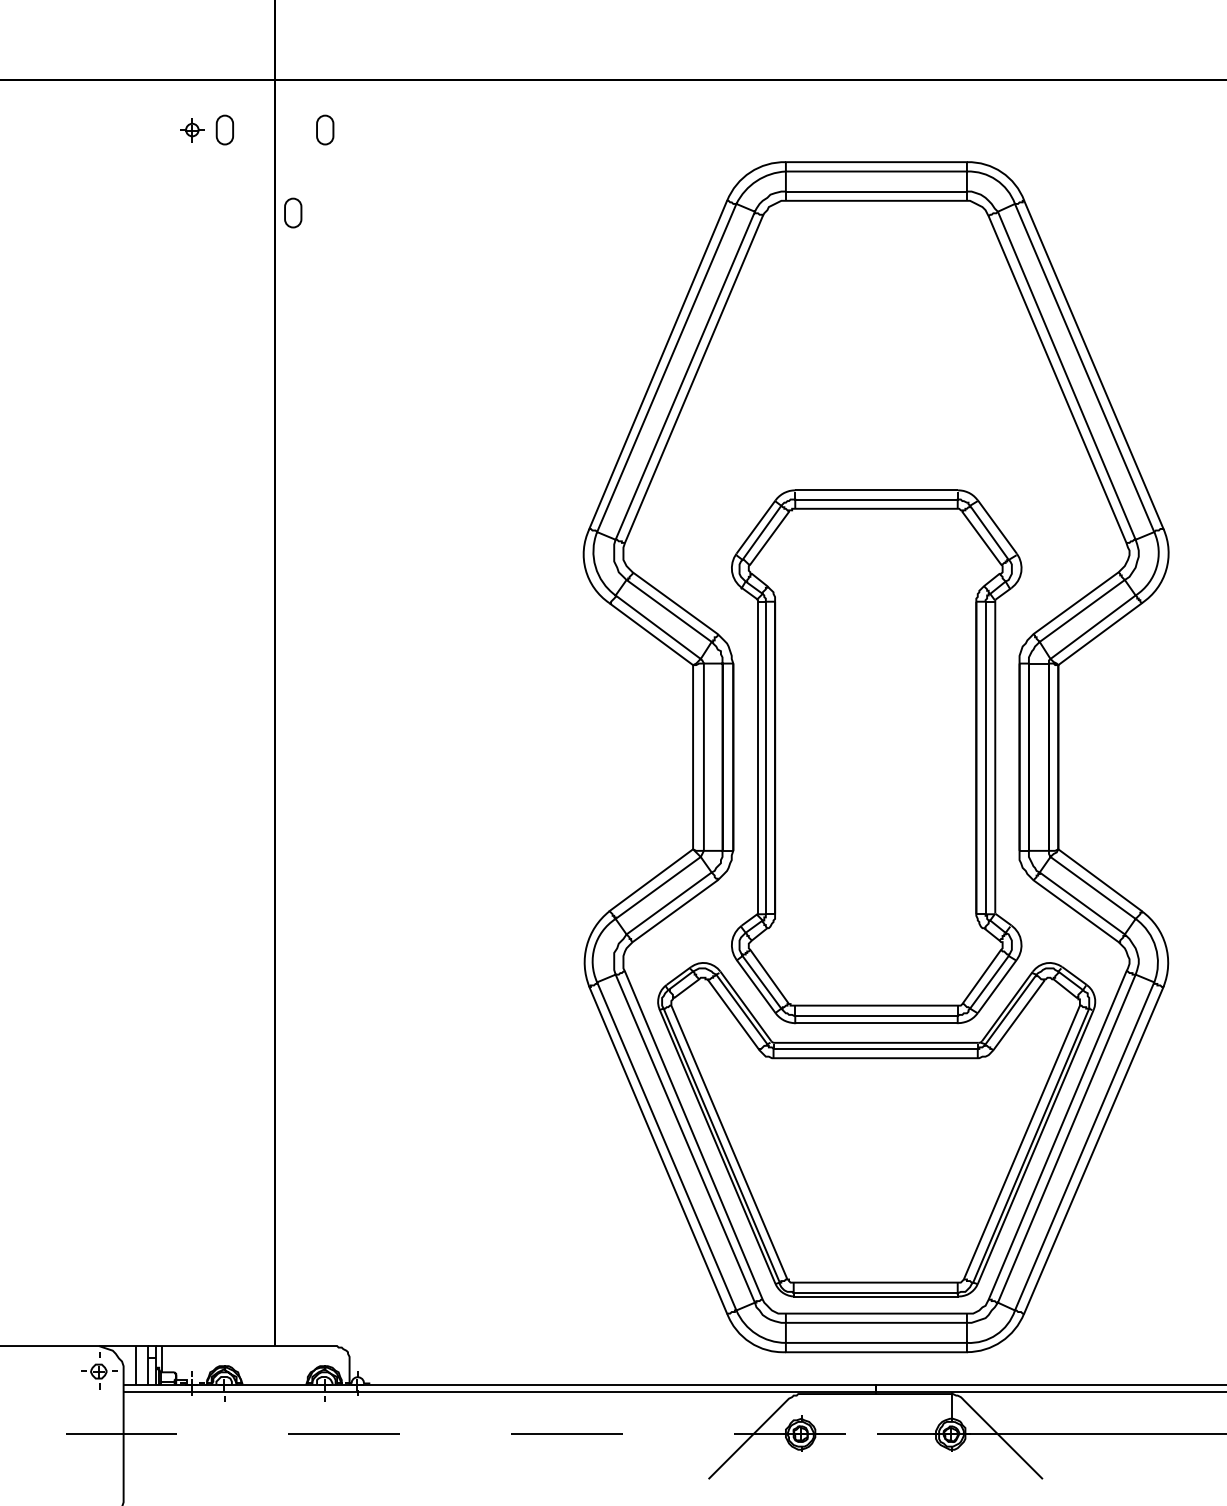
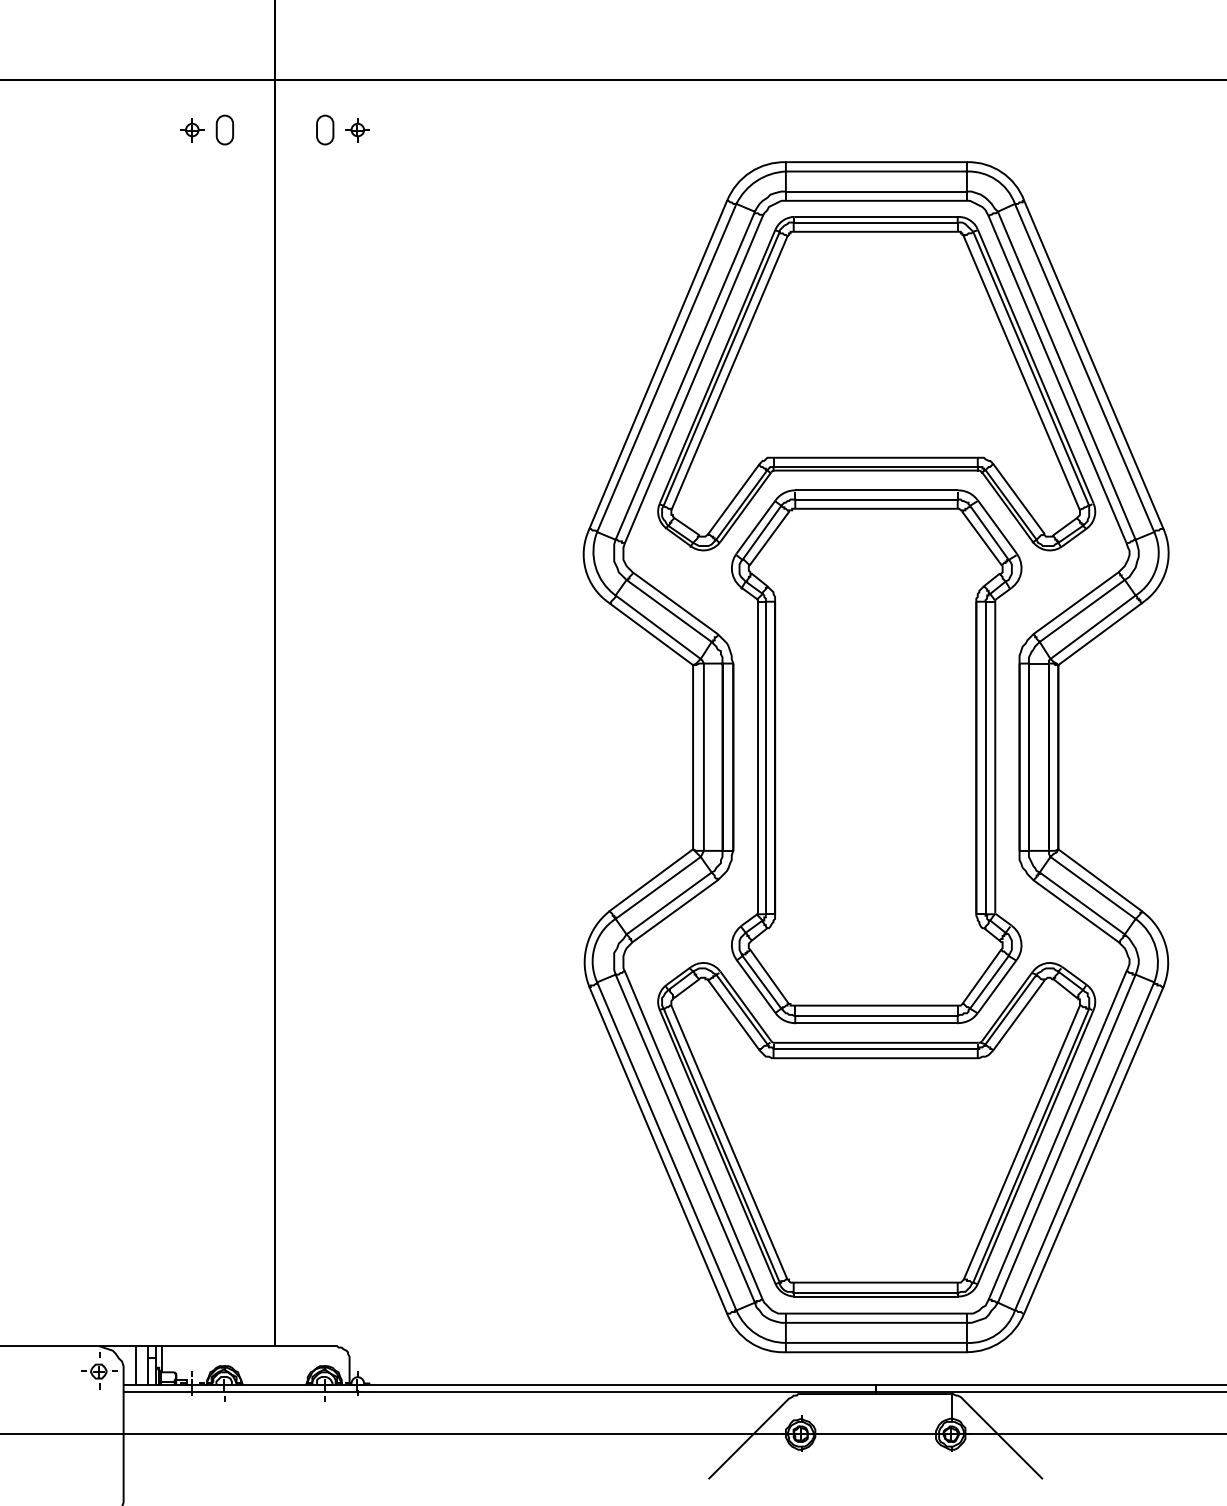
part at (357, 130): none -> present
part at (293, 212): present -> none
part at (876, 383): none -> present
line at (438, 1433): dashed -> solid
